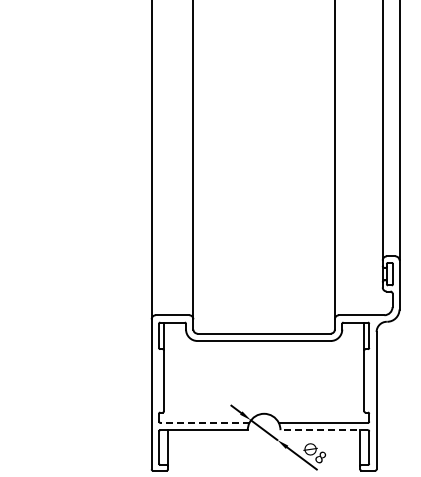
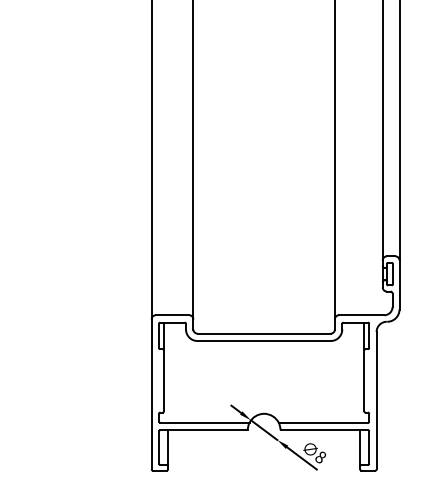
line at (204, 422): dashed -> solid
line at (324, 430): dashed -> solid
